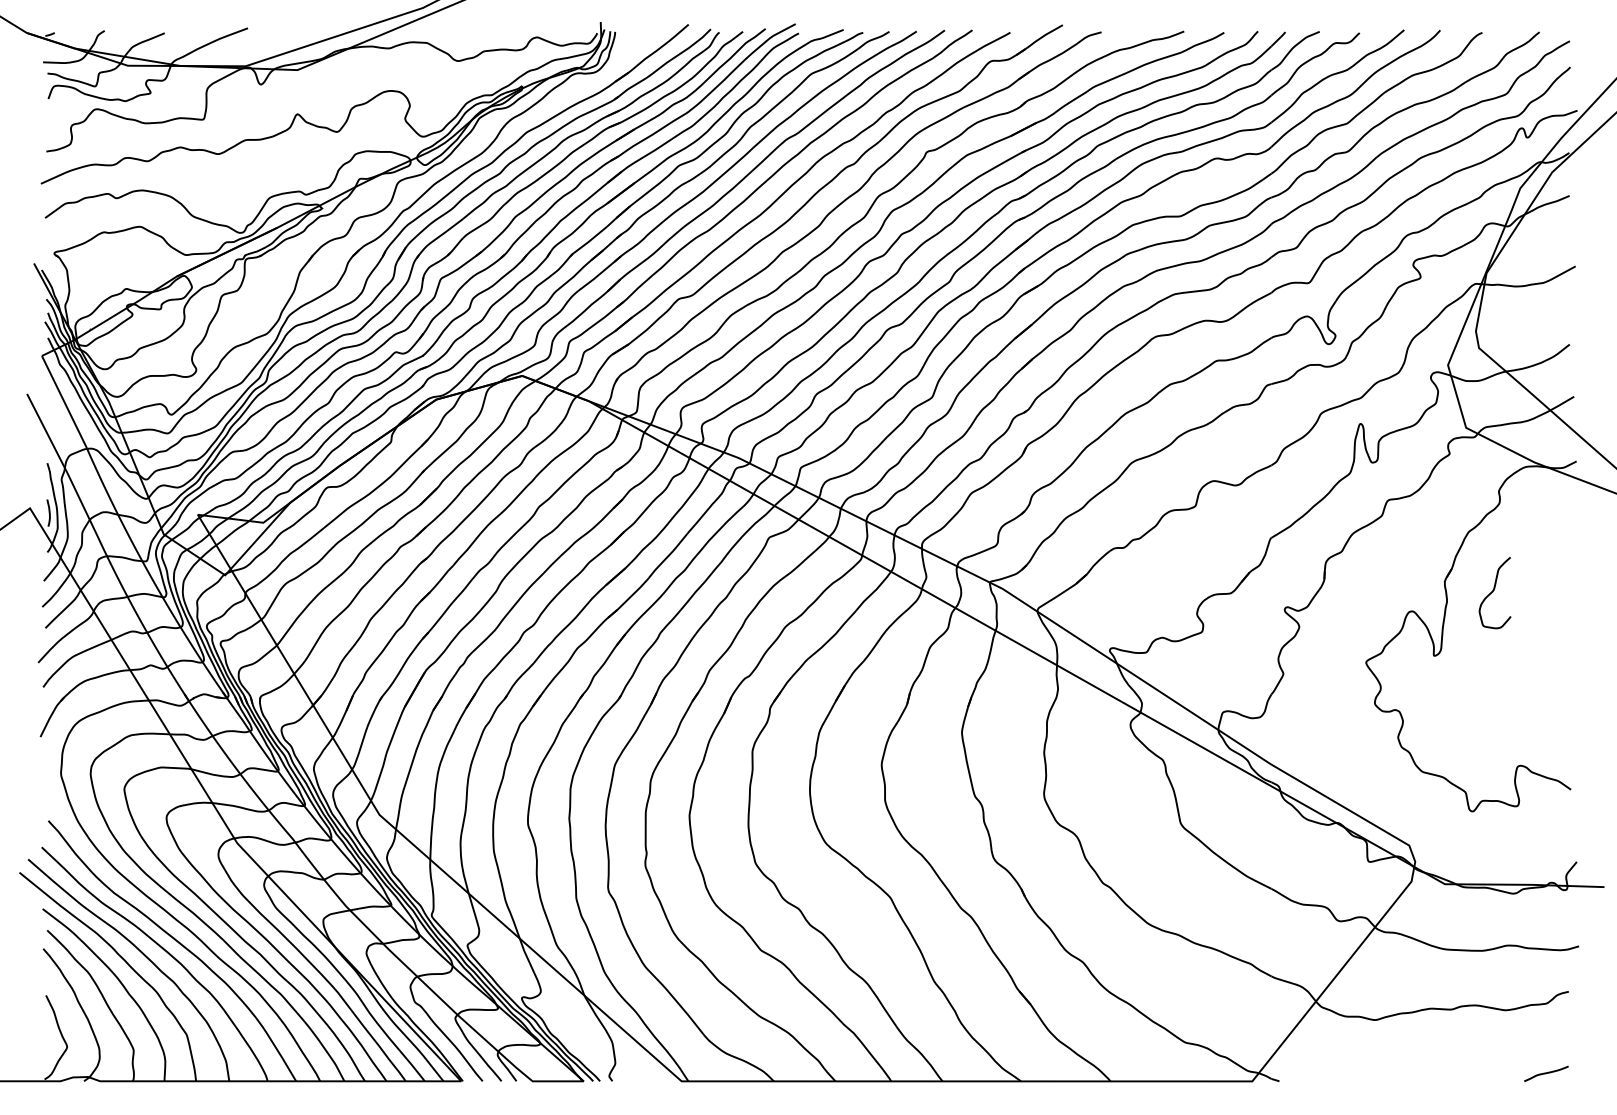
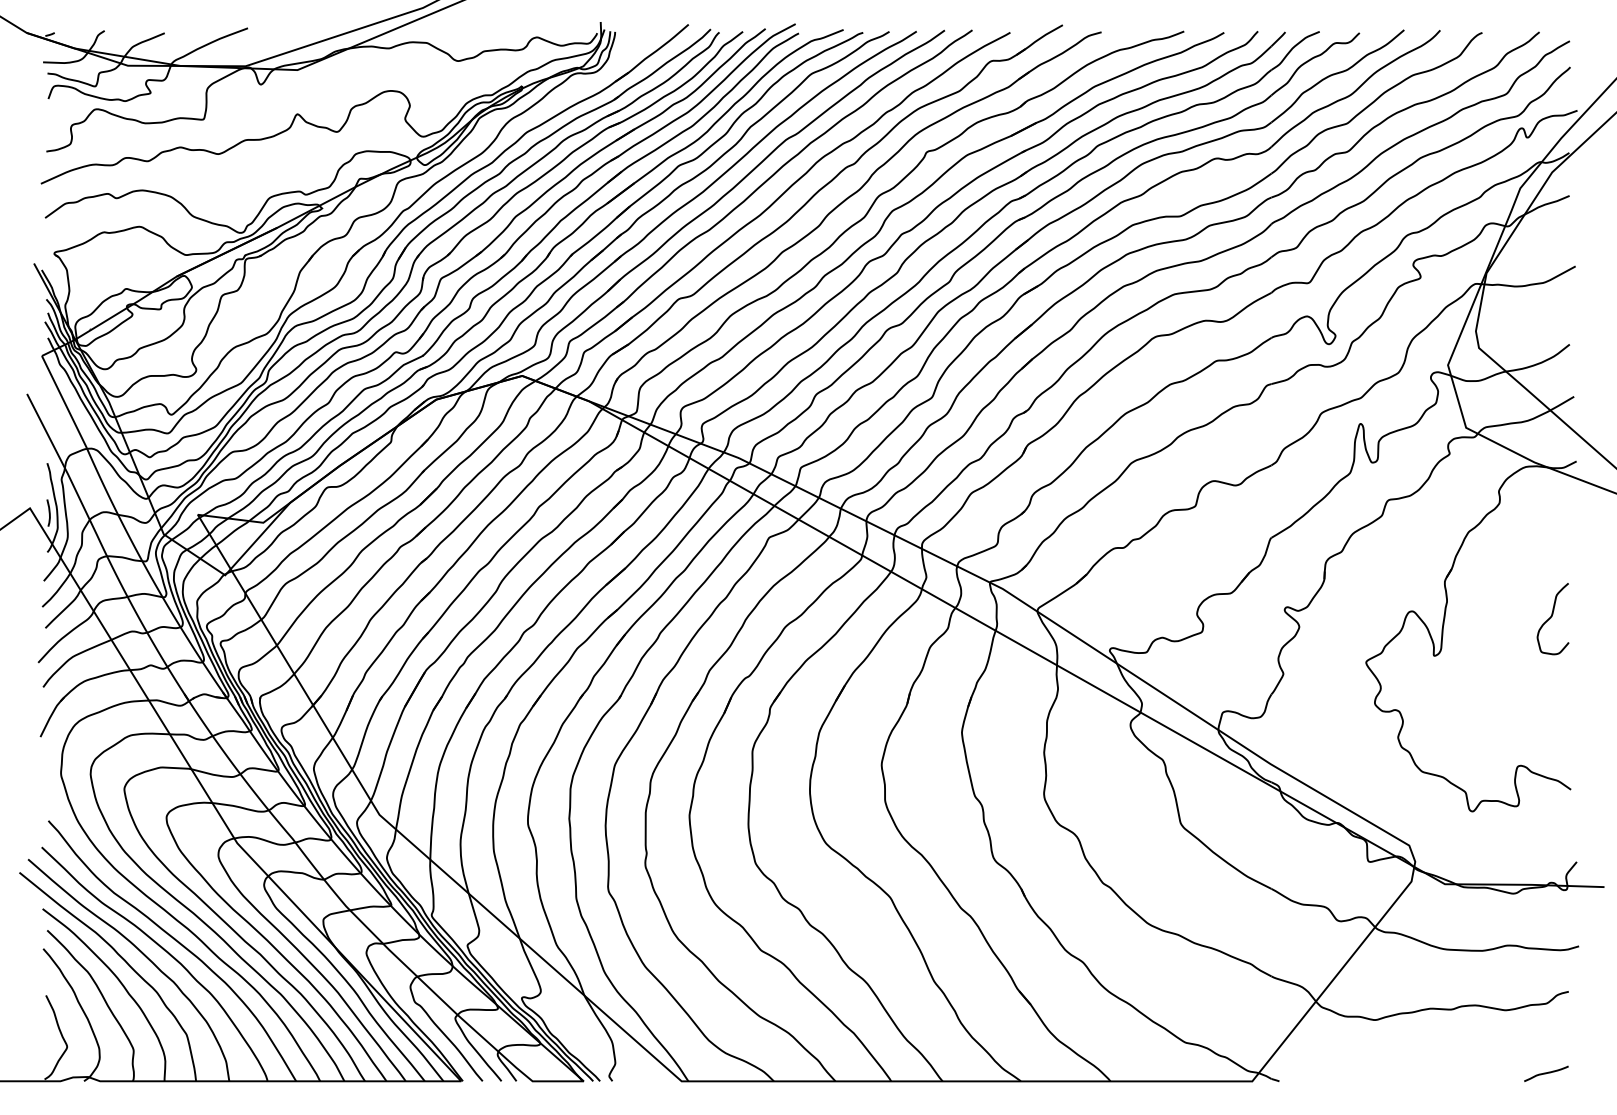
curve at (1493, 592) position: (1493, 592) -> (1551, 618)
